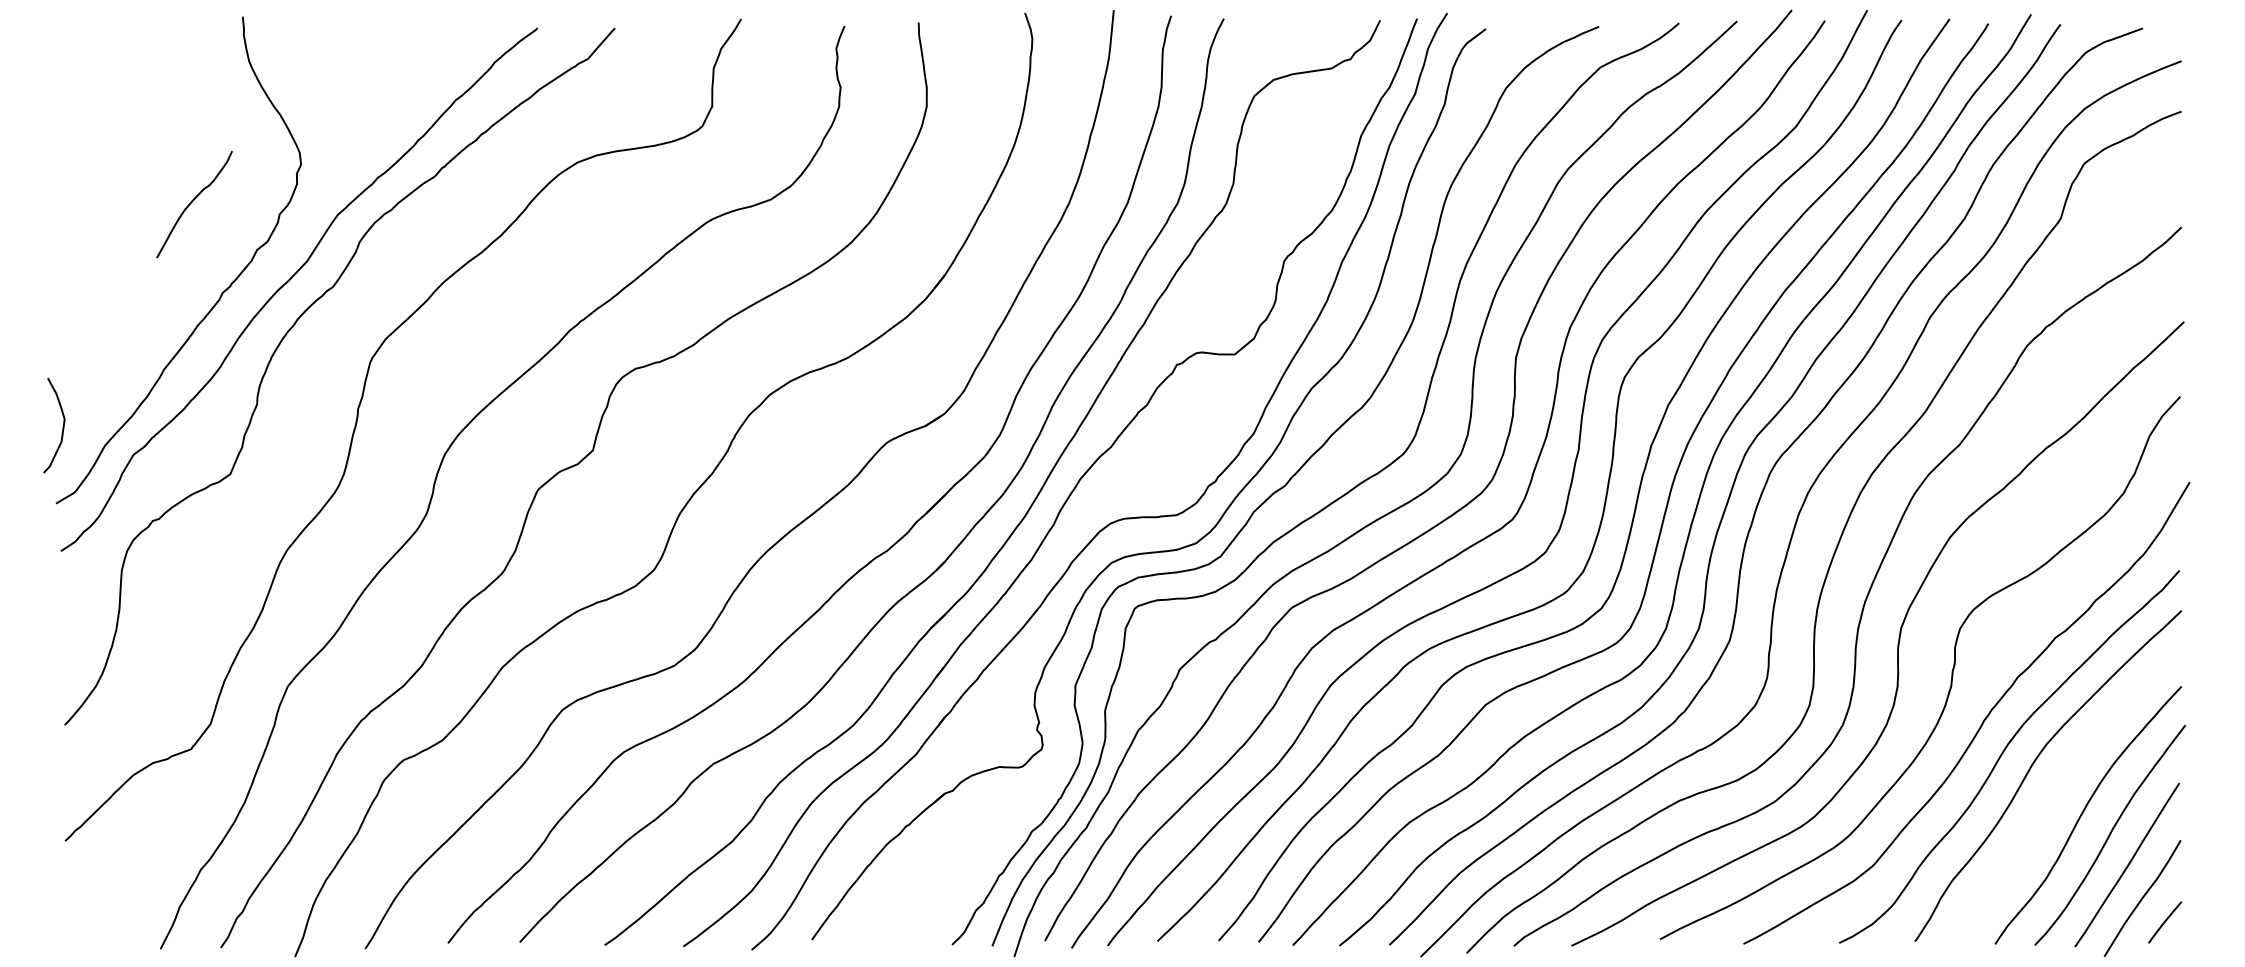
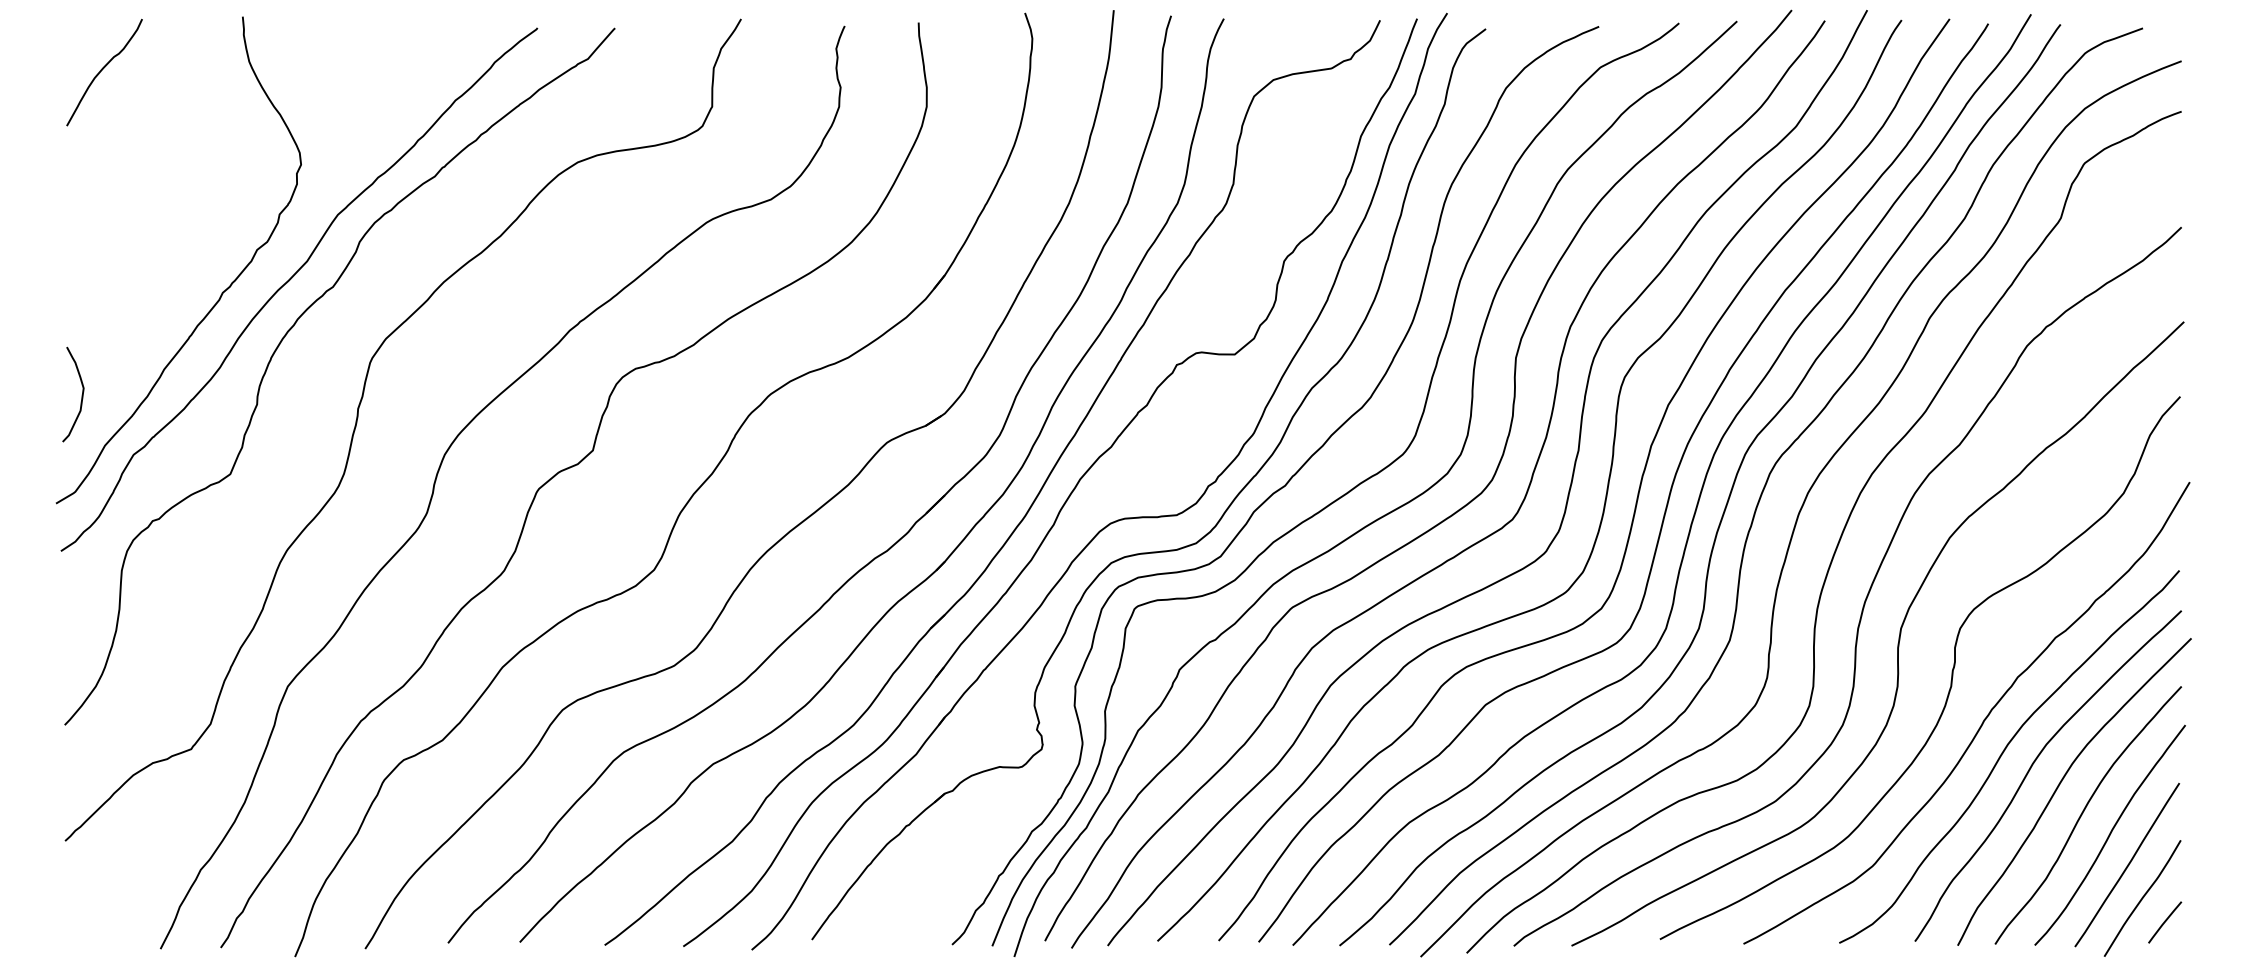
curve at (192, 202) position: (192, 202) -> (102, 70)
curve at (62, 425) position: (62, 425) -> (81, 394)
curve at (2062, 781): none -> present
